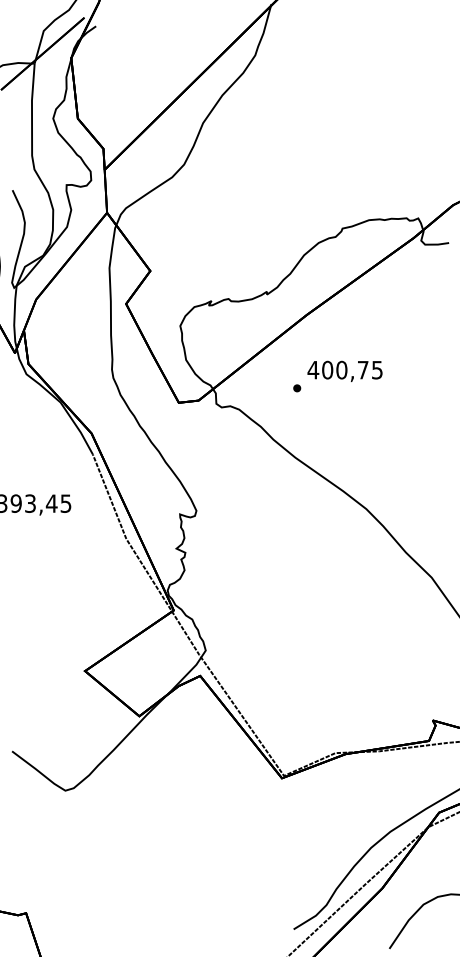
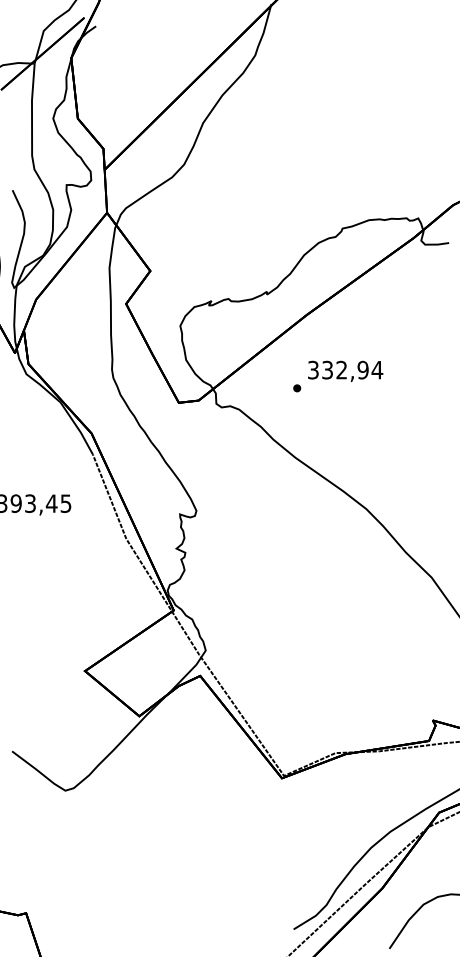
text at (345, 369): 400,75 -> 332,94
